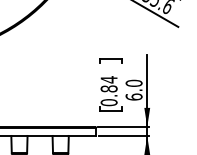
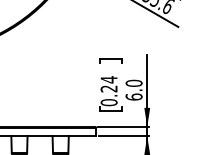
text at (108, 88): 0.84 -> 0.24
